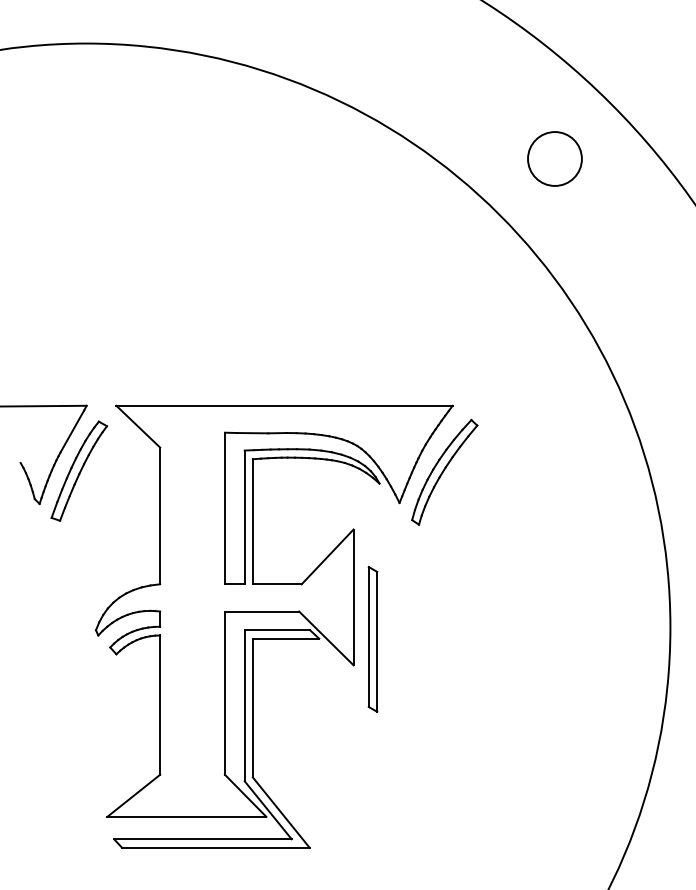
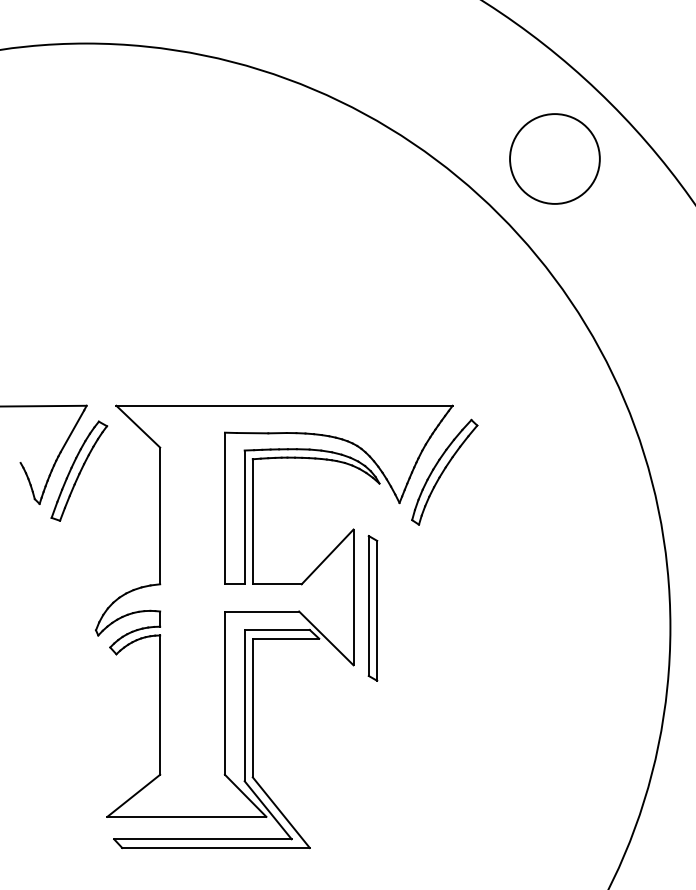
circle at (554, 158) size: 56x56 px -> 92x92 px
part at (372, 639) position: (372, 639) -> (372, 608)
